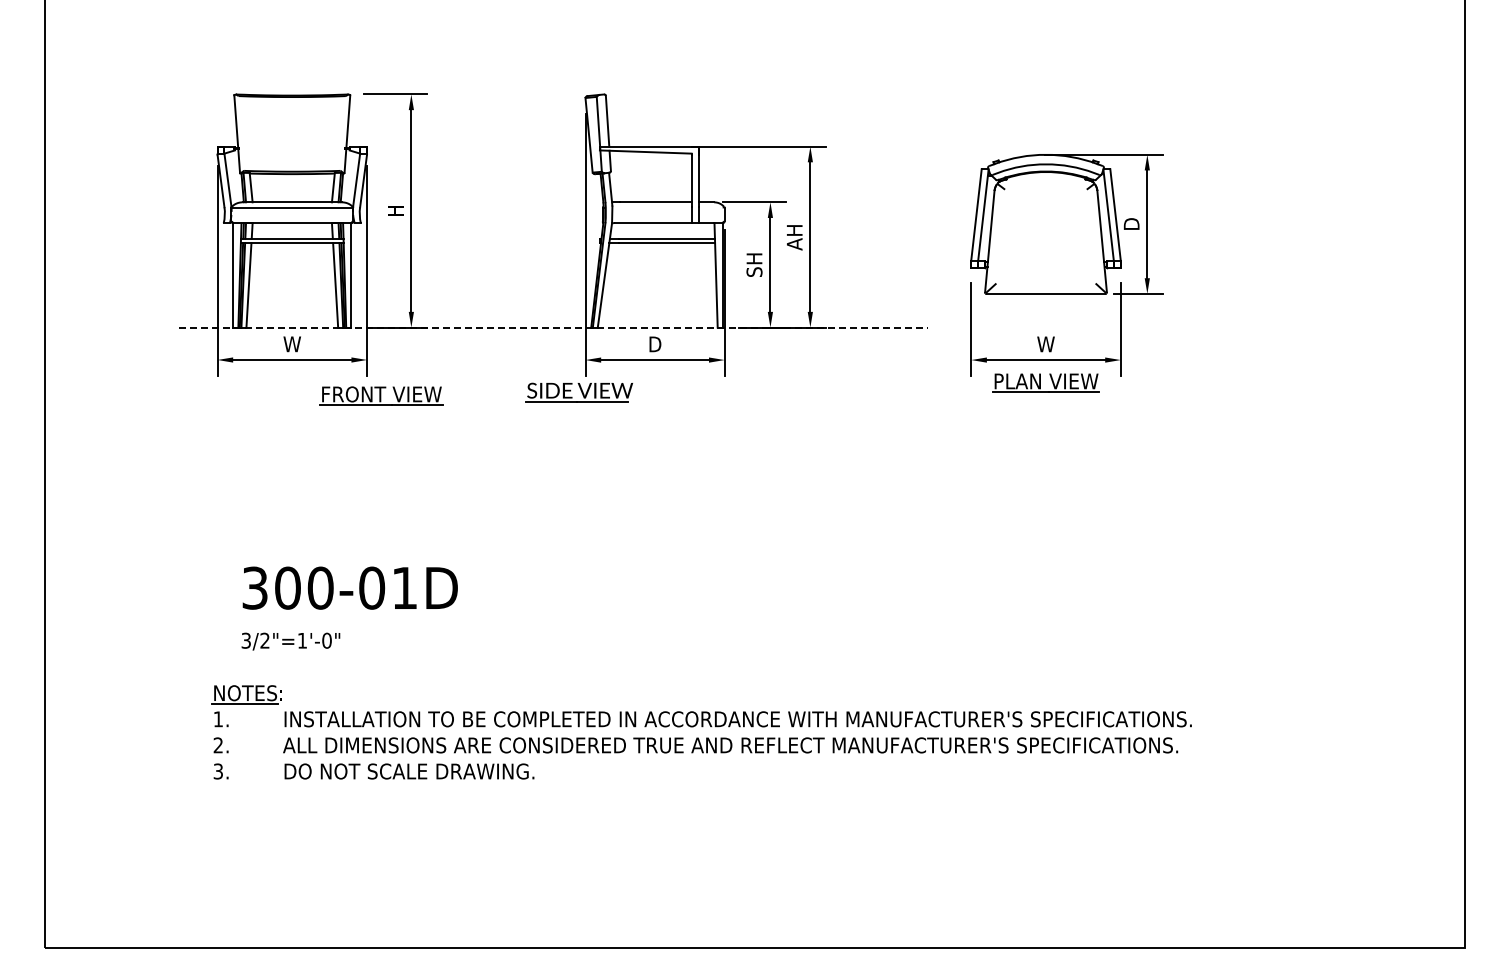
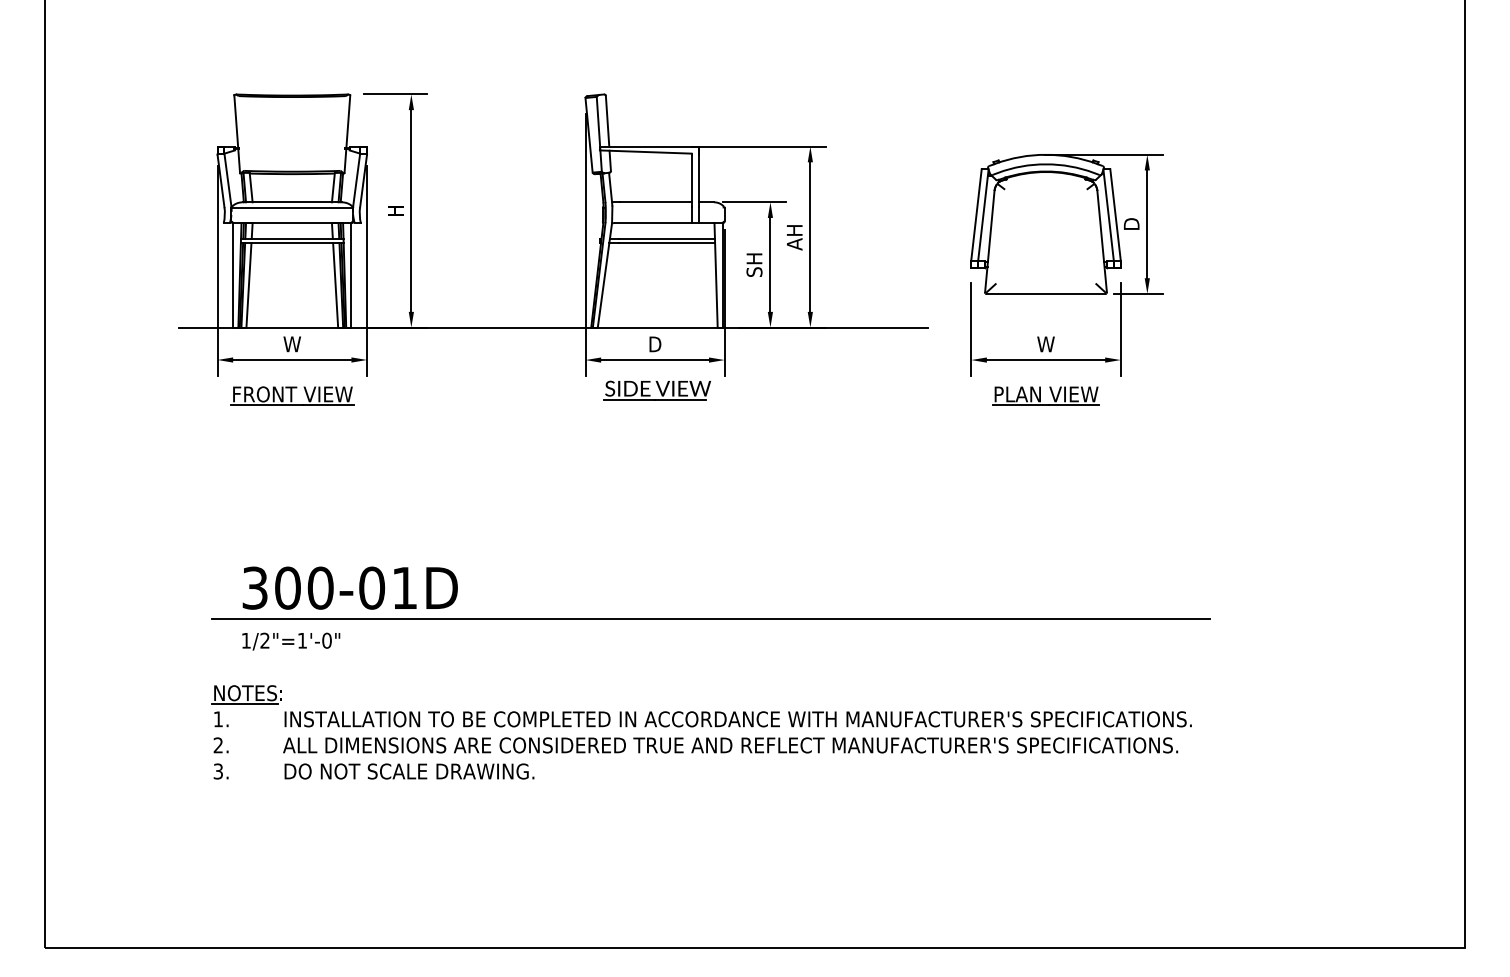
line at (553, 327): dashed -> solid
part at (1045, 382) position: (1045, 382) -> (1045, 395)
part at (578, 392) position: (578, 392) -> (656, 390)
part at (381, 395) position: (381, 395) -> (292, 395)
line at (710, 618): none -> present
text at (245, 640): 3/2"=1'-0" -> 1/2"=1'-0"
